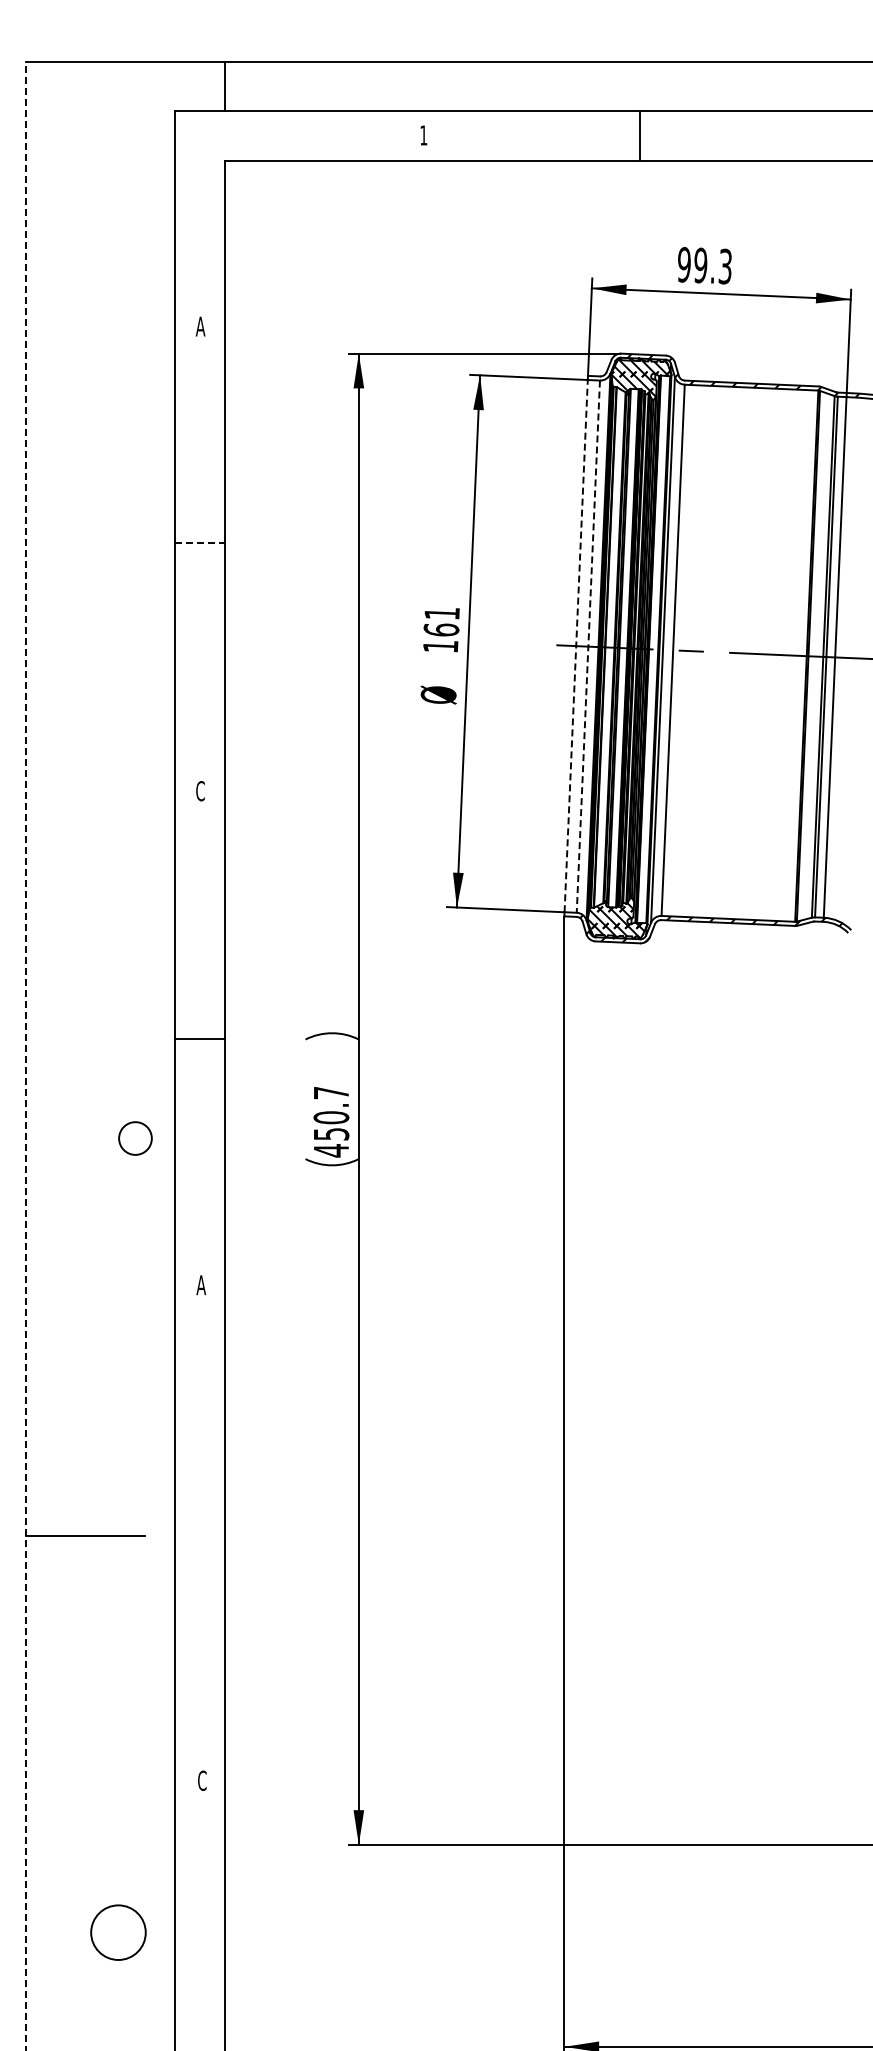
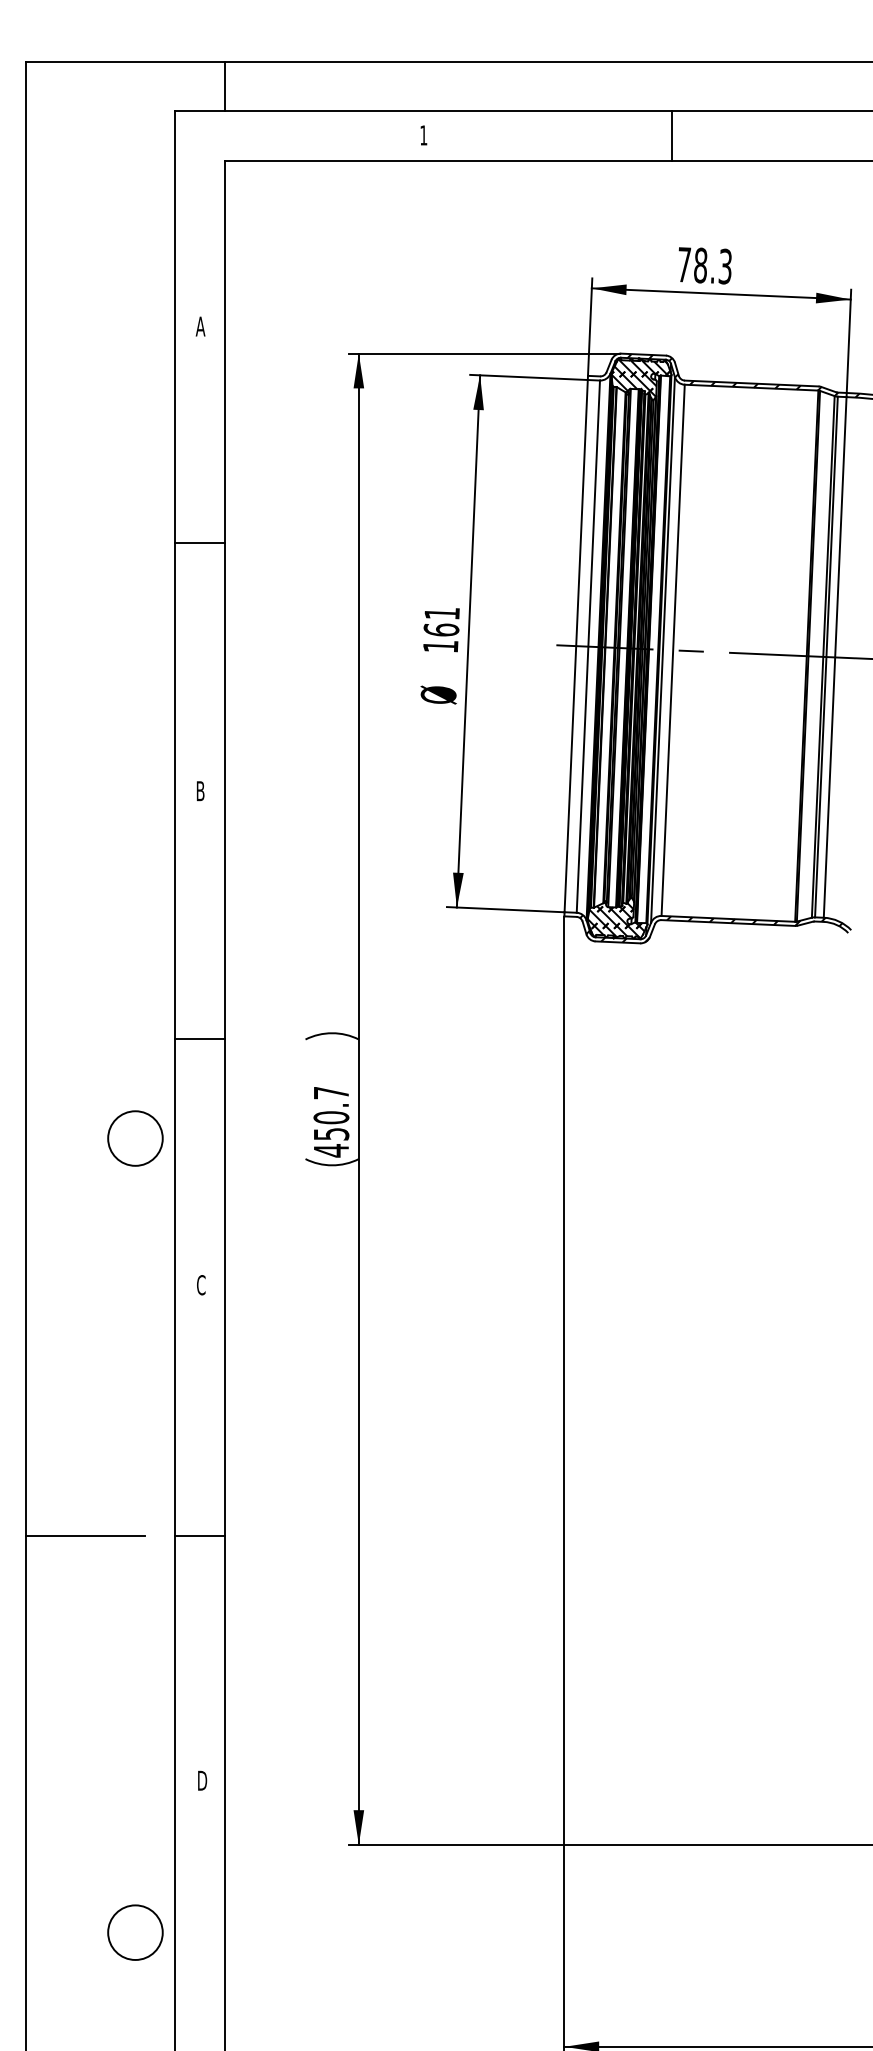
line at (639, 135) position: (639, 135) -> (671, 135)
text at (692, 265): 99.3 -> 78.3
line at (200, 542): dashed -> solid
line at (576, 645): dashed -> solid
line at (588, 647): dashed -> solid
text at (200, 791): C -> B
line at (26, 1056): dashed -> solid
circle at (135, 1138) size: 35x35 px -> 57x57 px
text at (200, 1285): A -> C
line at (199, 1535): none -> present
text at (202, 1780): C -> D
circle at (118, 1932) position: (118, 1932) -> (135, 1932)
